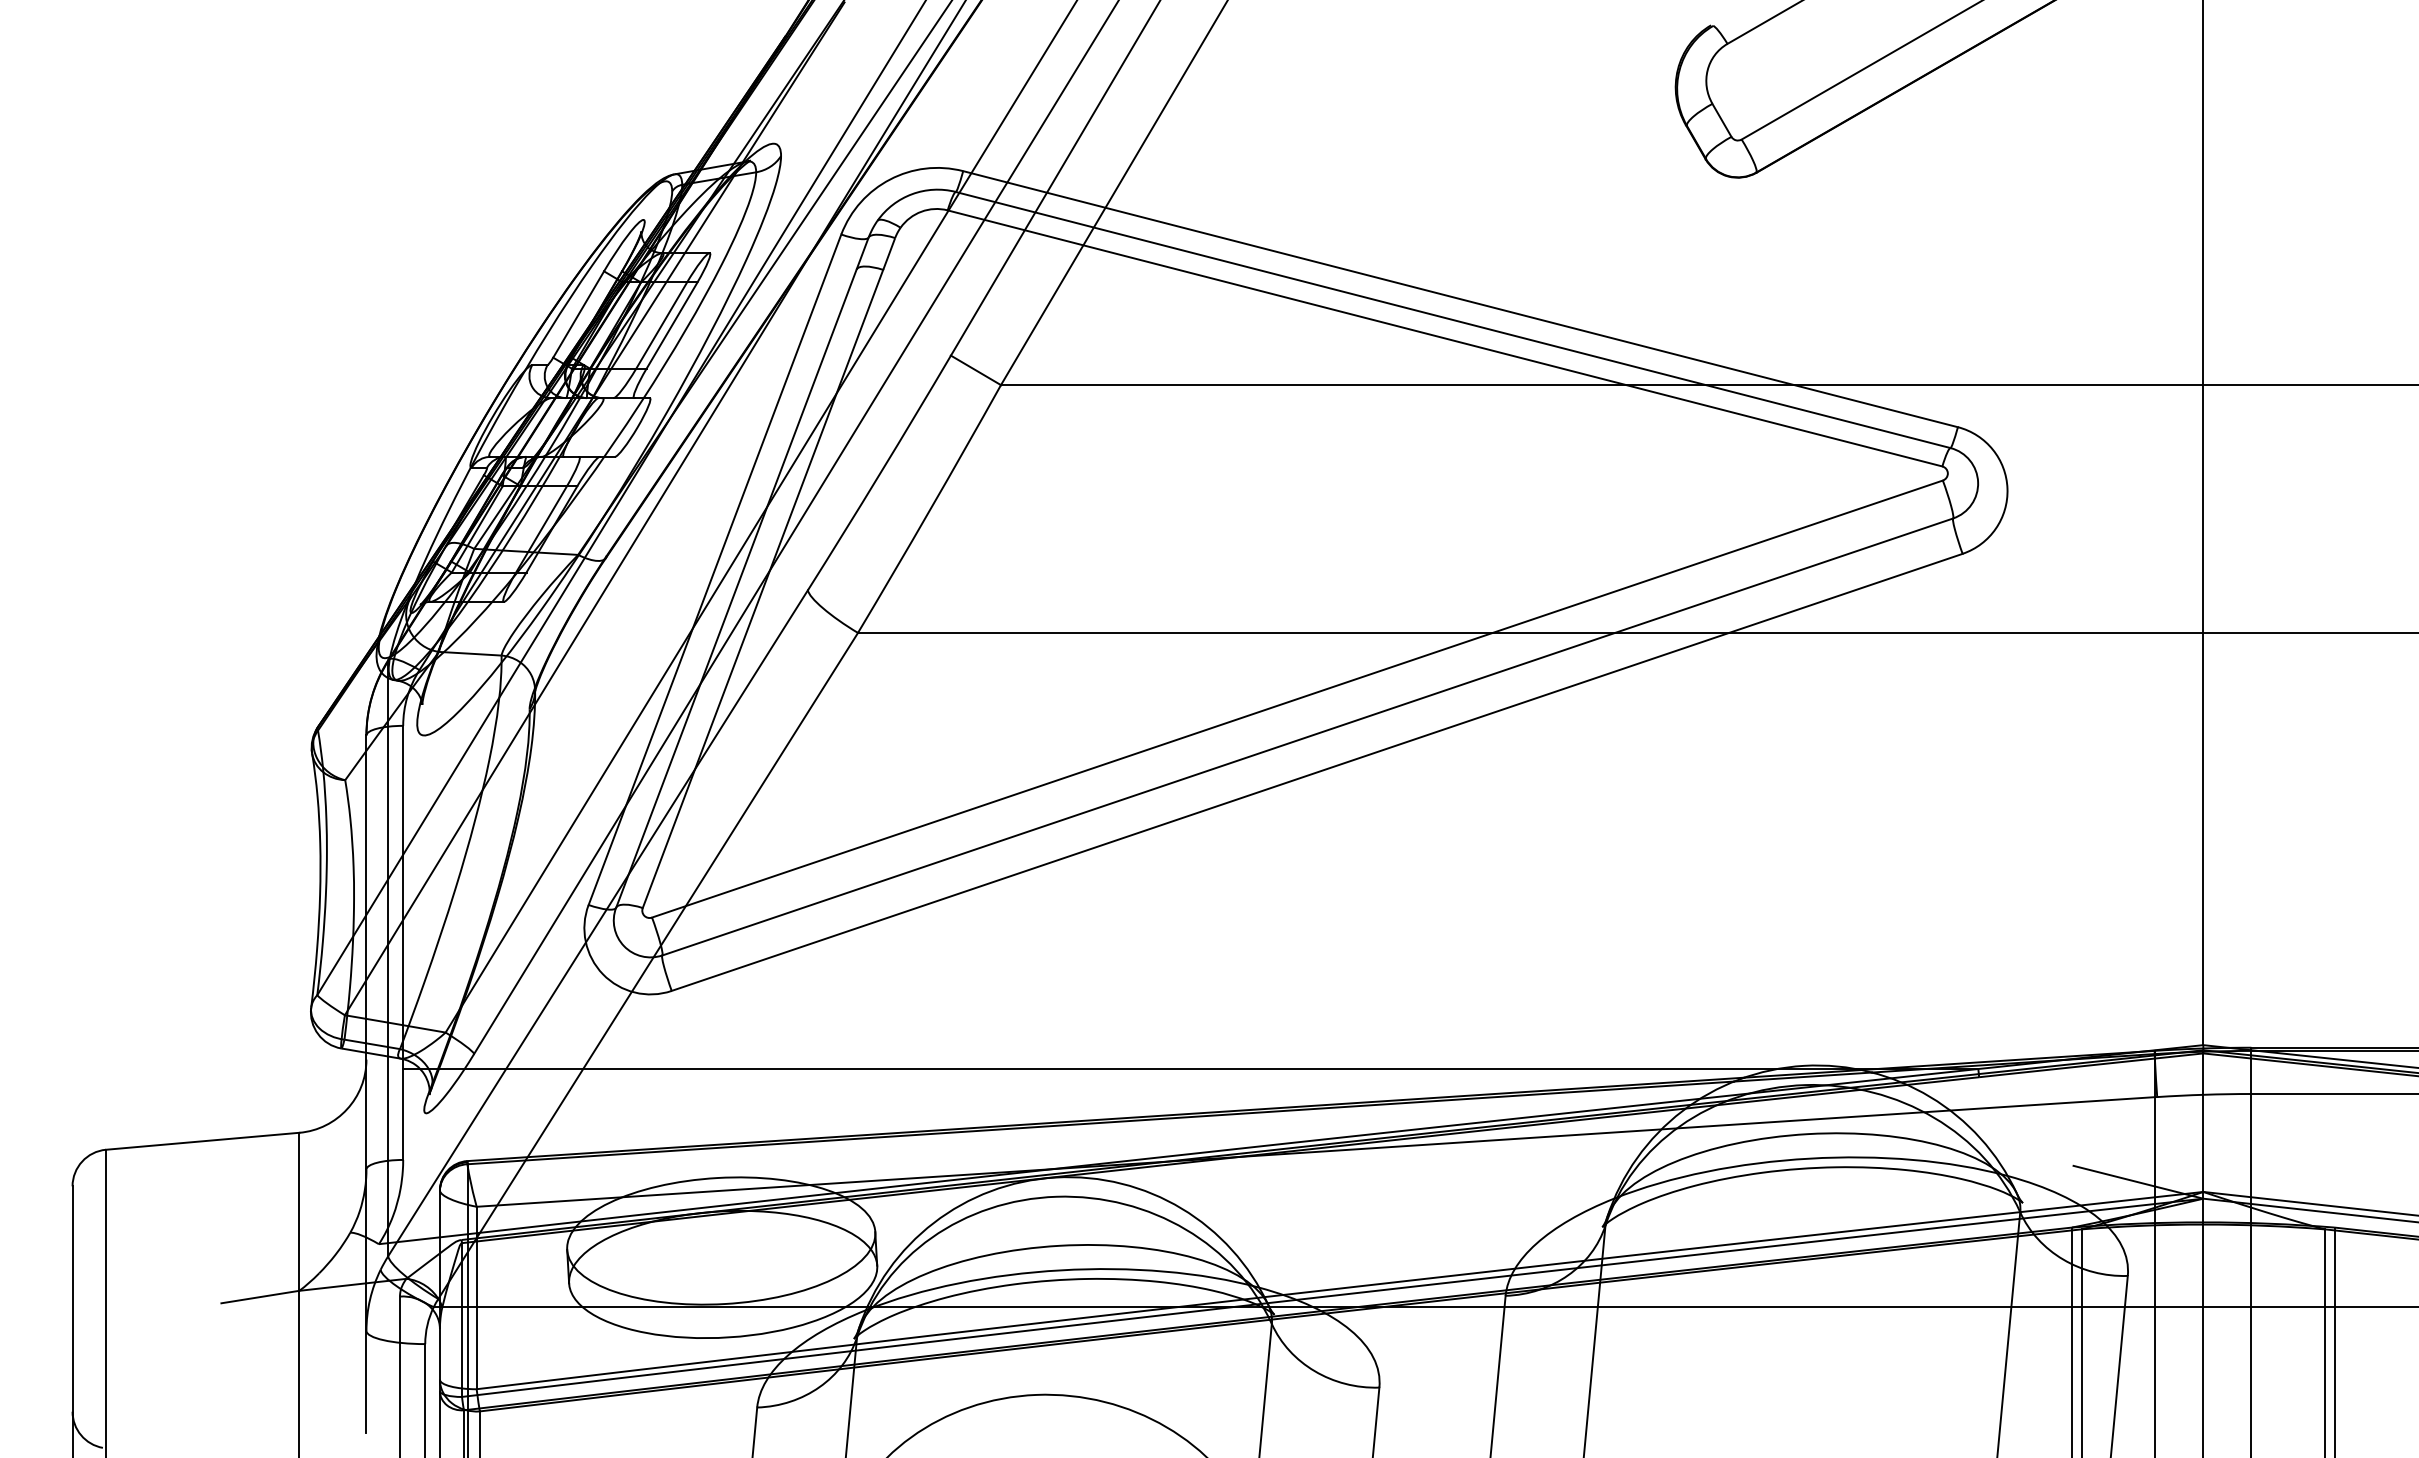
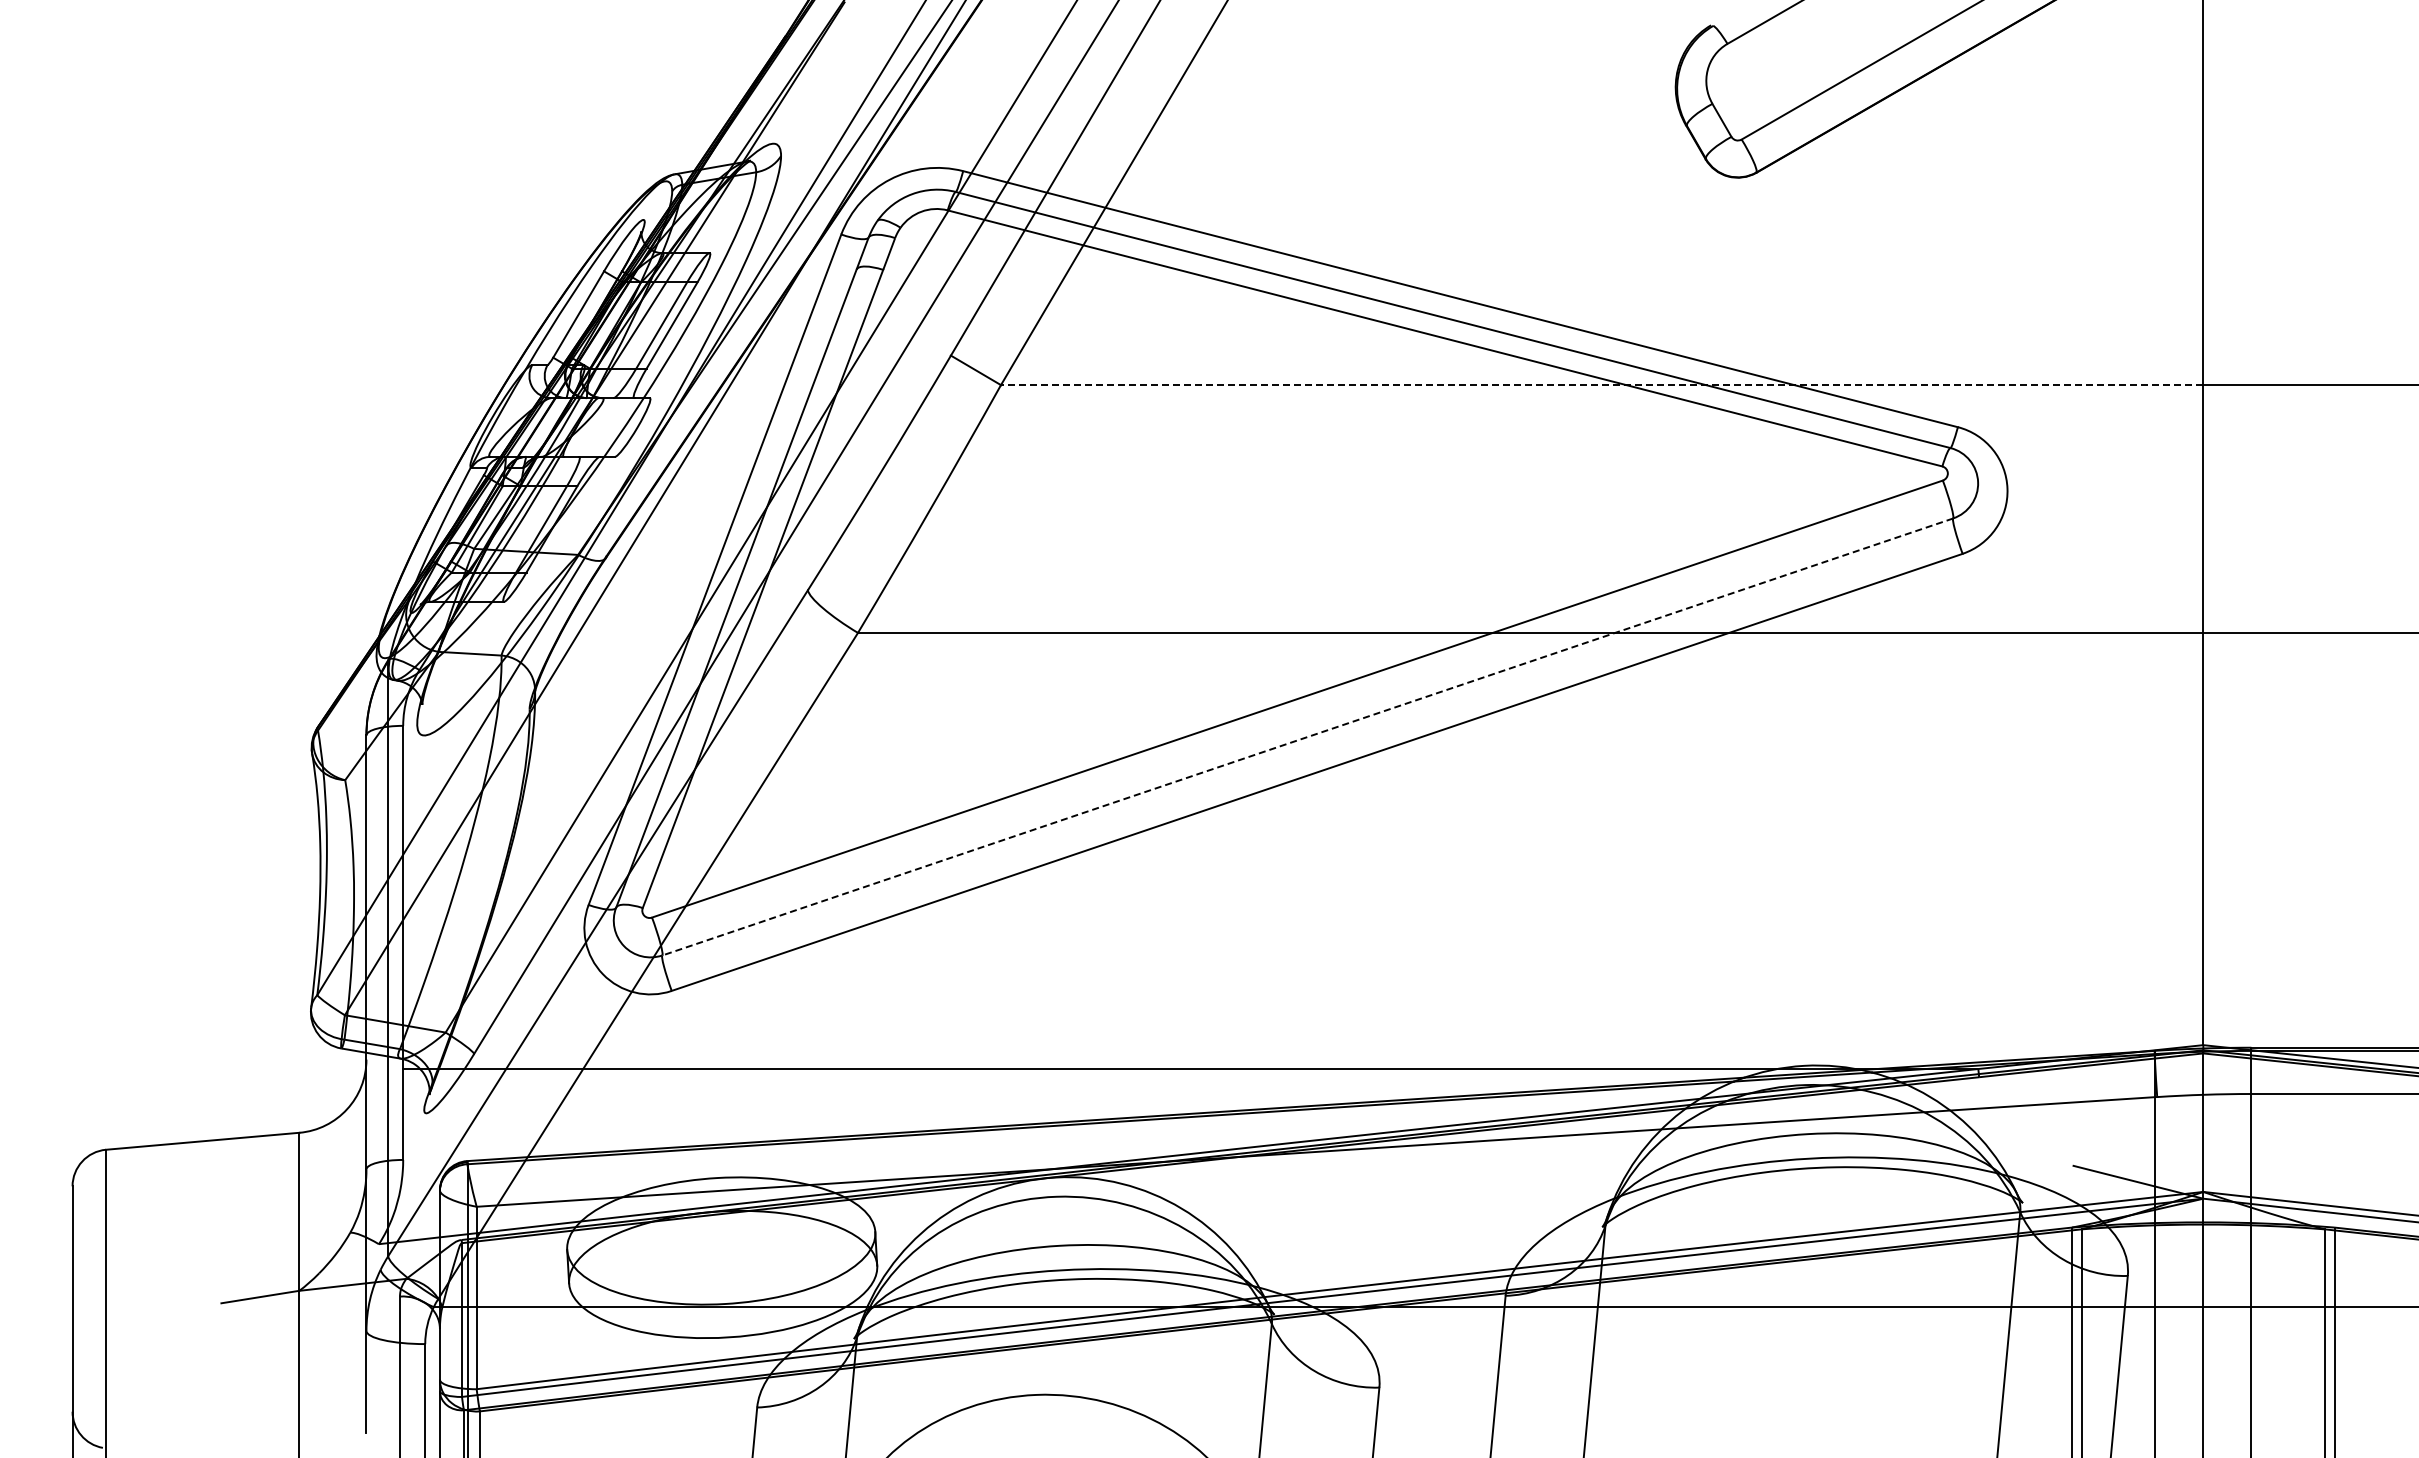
line at (1601, 385): solid -> dashed
line at (1307, 737): solid -> dashed
